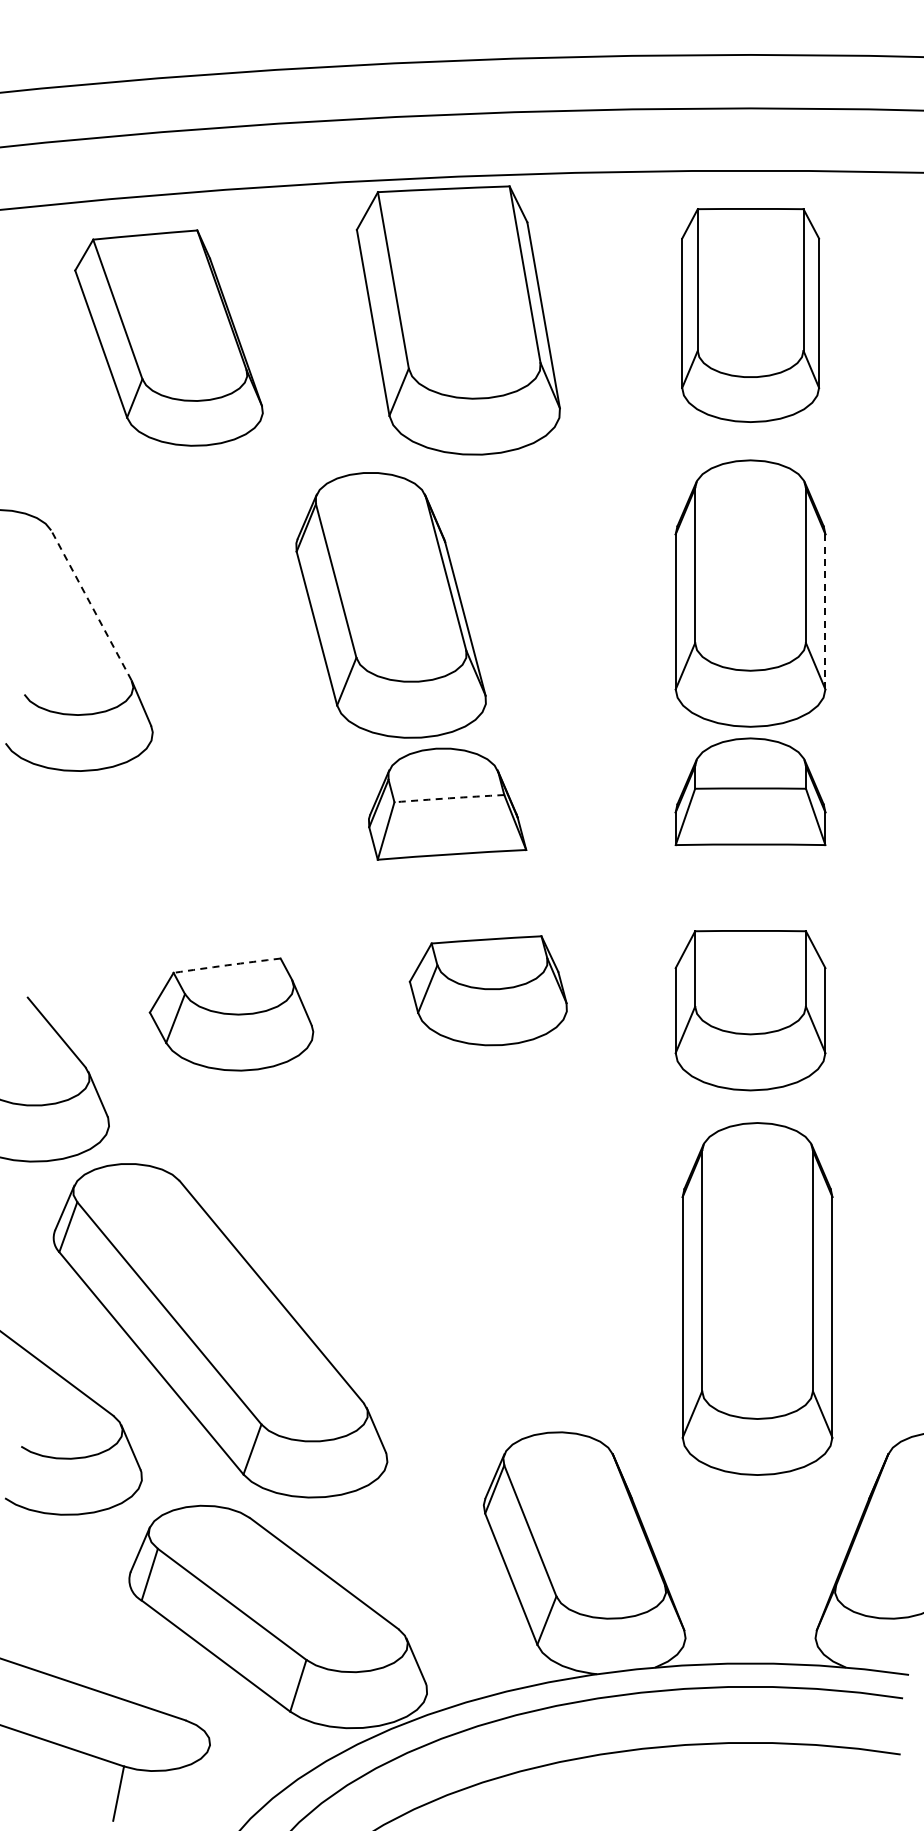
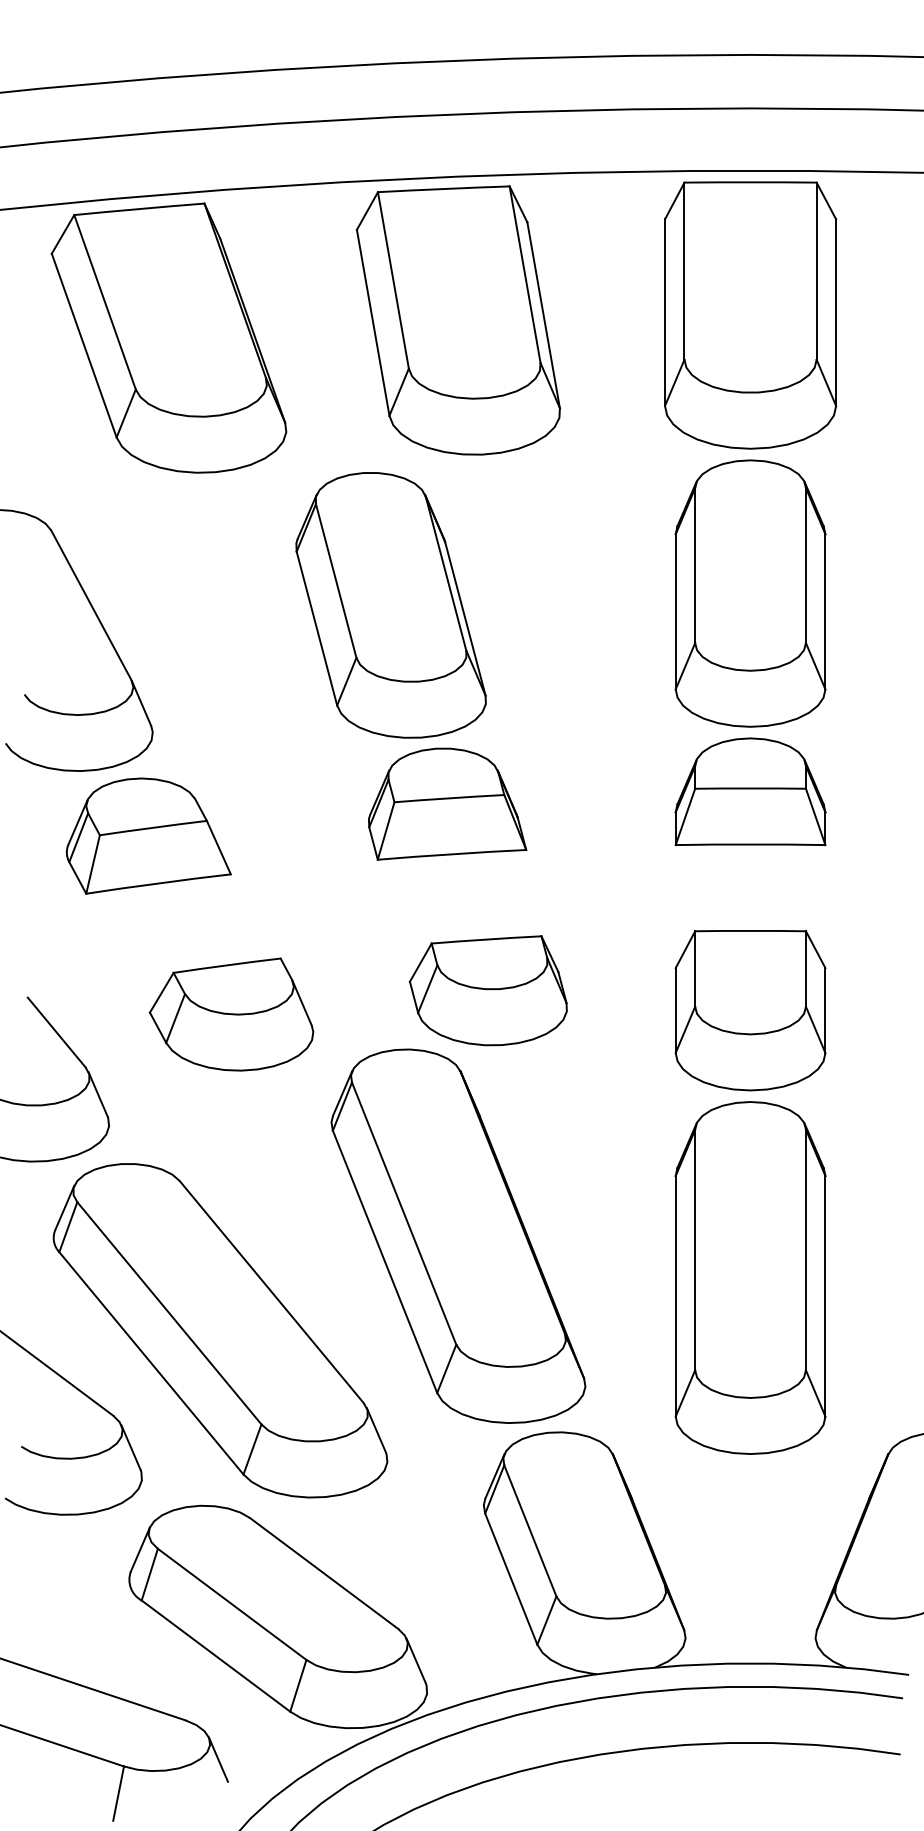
part at (750, 315) size: 140x215 px -> 174x269 px
part at (168, 337) size: 190x218 px -> 238x272 px
line at (91, 605): dashed -> solid
line at (825, 611): dashed -> solid
arc at (449, 798): dashed -> solid
part at (148, 835): none -> present
arc at (227, 965): dashed -> solid
part at (458, 1235): none -> present
part at (757, 1298) position: (757, 1298) -> (750, 1277)
line at (218, 1759): none -> present
